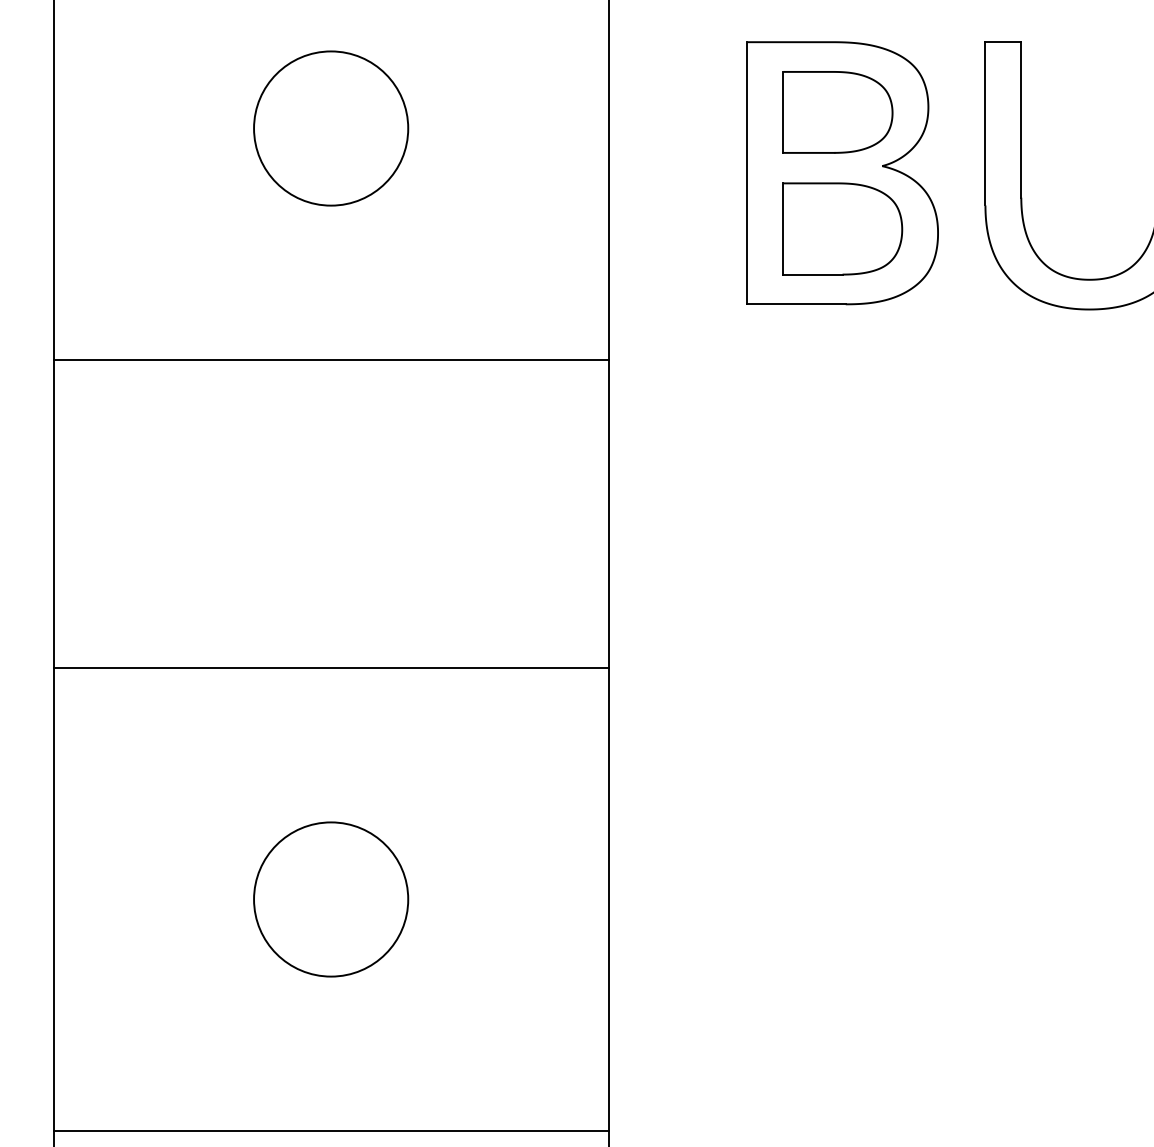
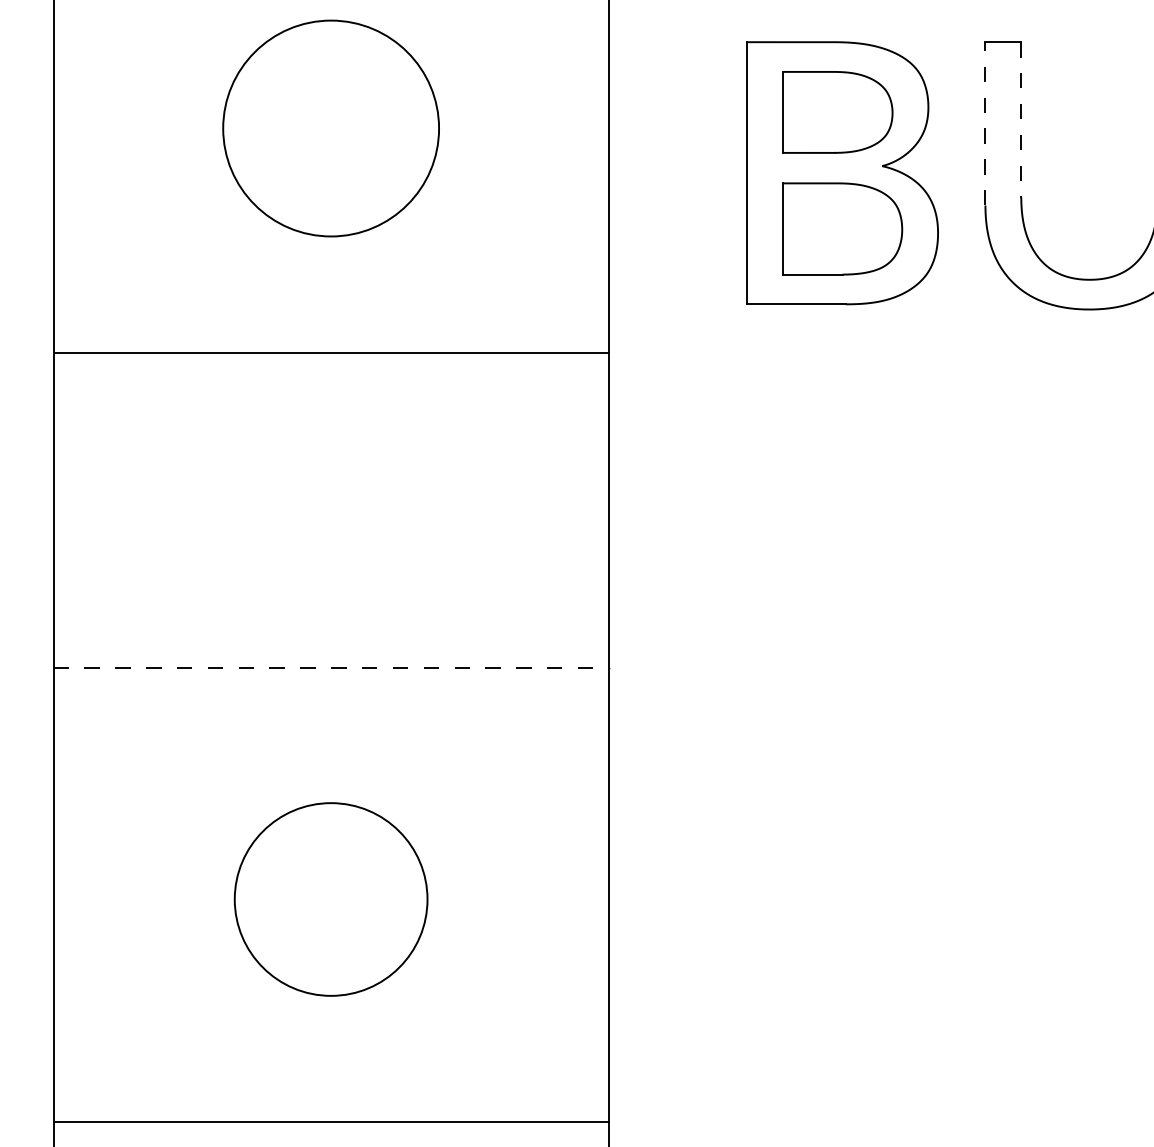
line at (1021, 119): solid -> dashed
line at (985, 123): solid -> dashed
circle at (331, 128) diameter: 154 px -> 216 px
line at (330, 359) position: (330, 359) -> (330, 352)
line at (331, 668): solid -> dashed
circle at (331, 899) diameter: 154 px -> 193 px
line at (330, 1130) position: (330, 1130) -> (330, 1121)
